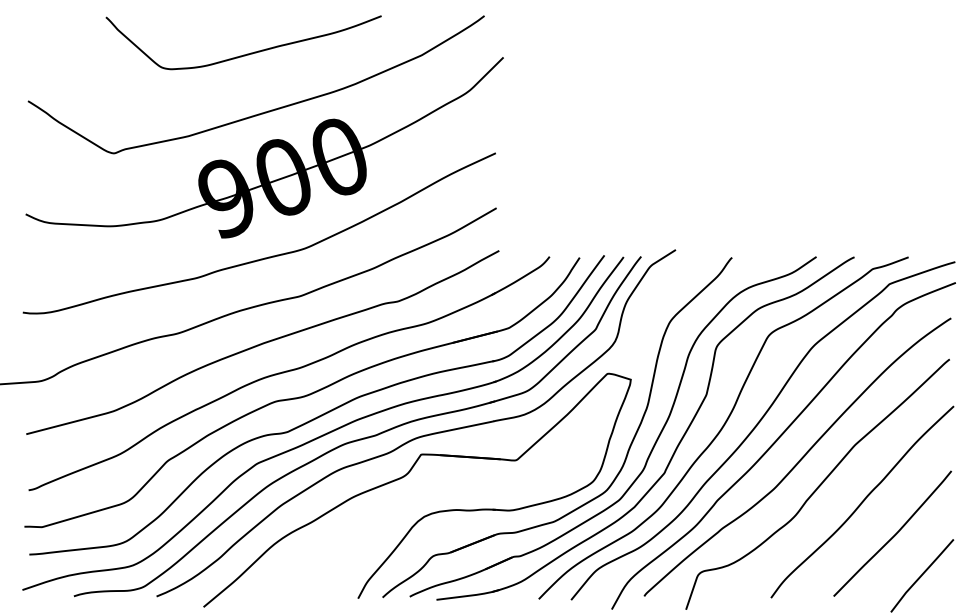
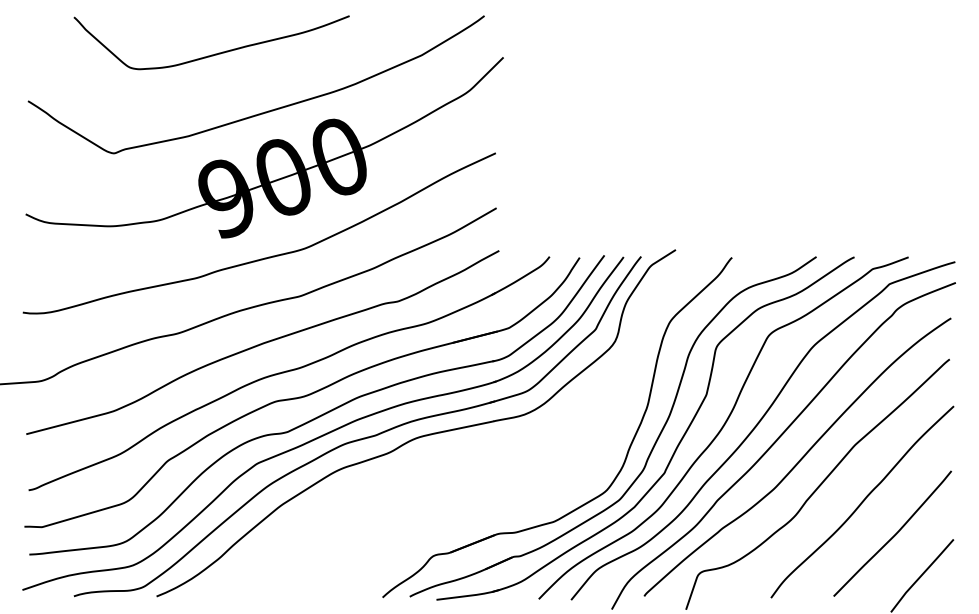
curve at (247, 53) position: (247, 53) -> (215, 53)
part at (408, 474): present -> none
